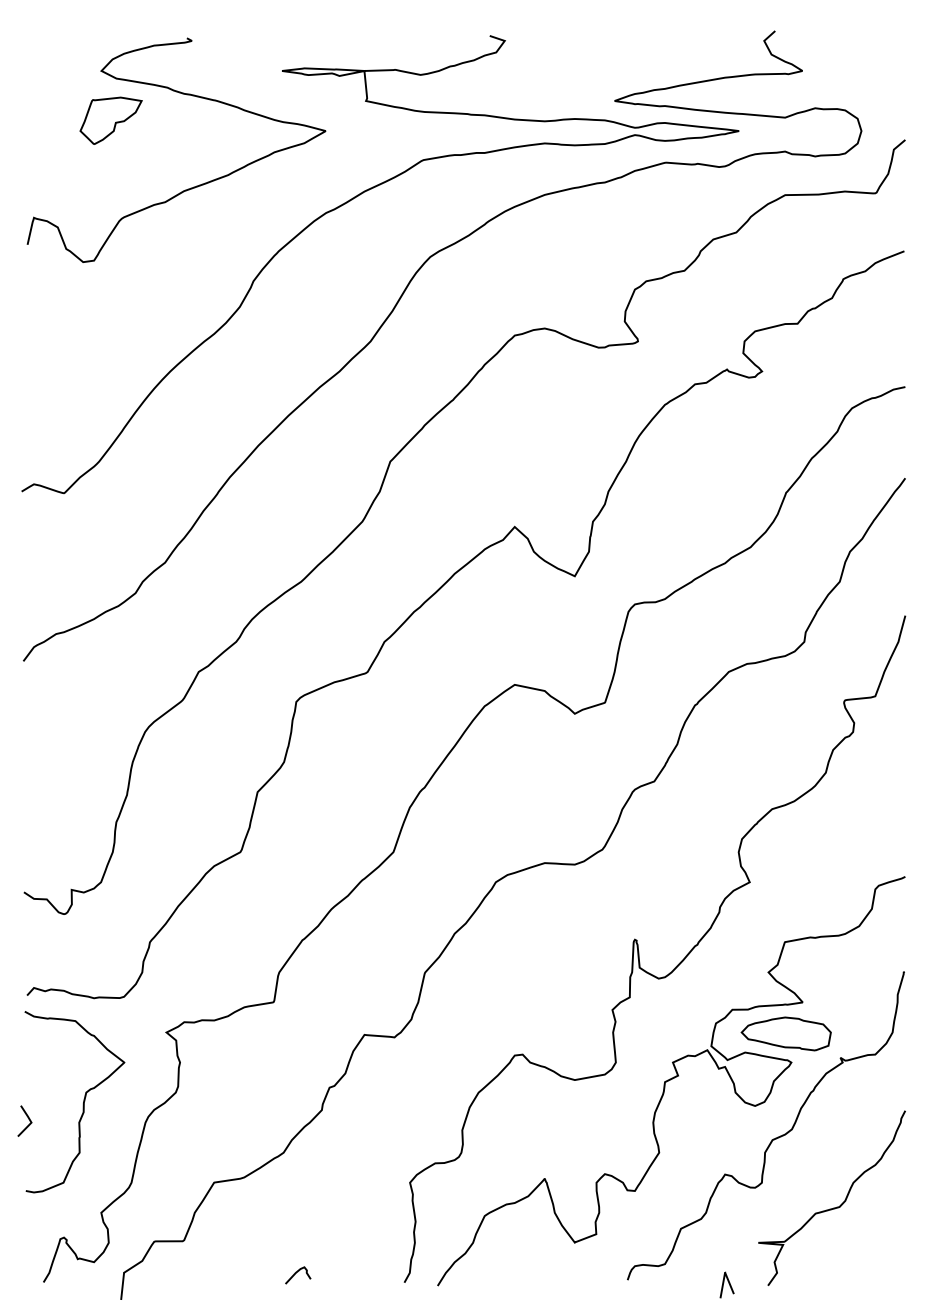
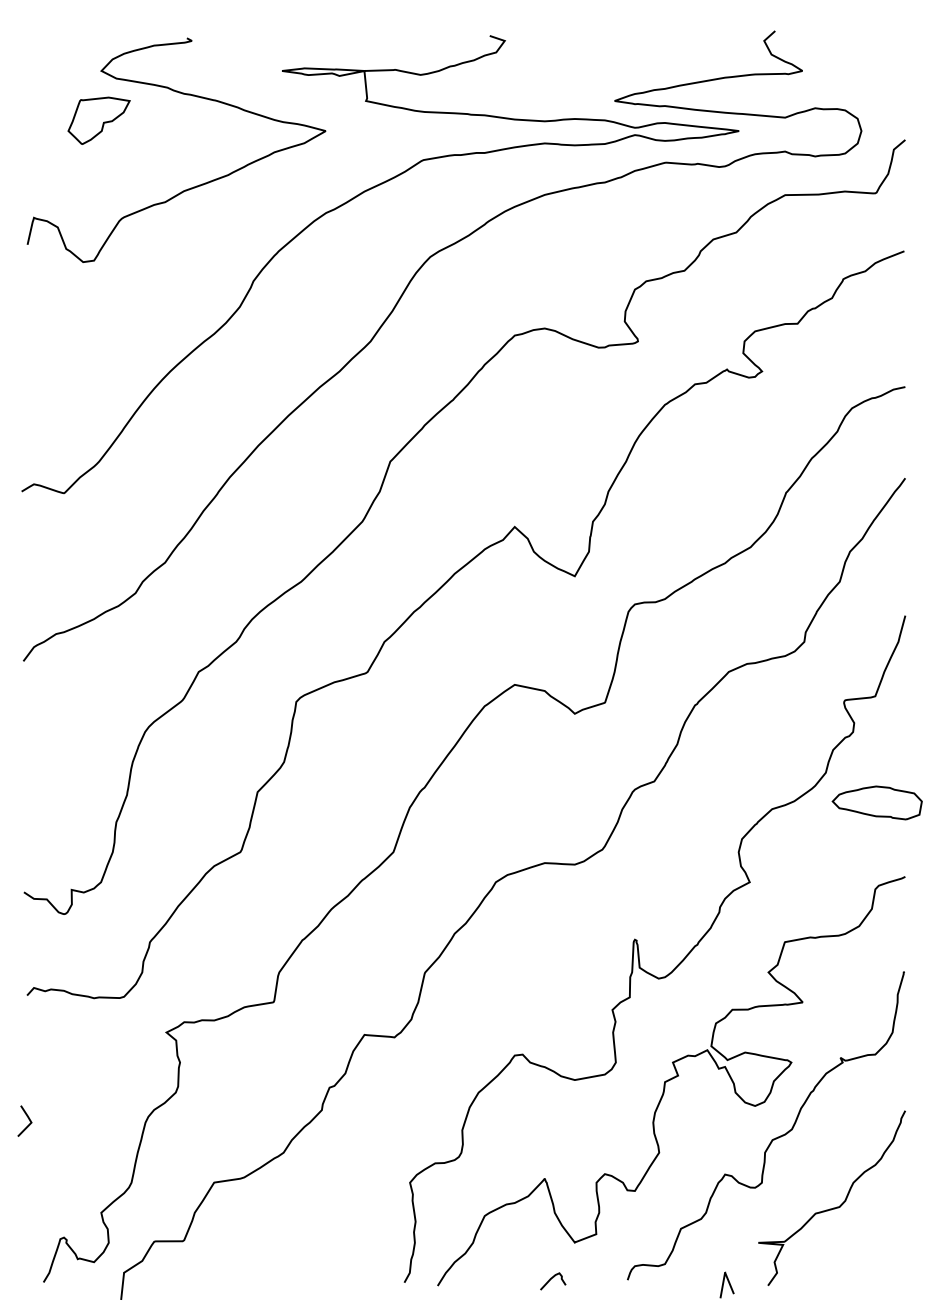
part at (110, 120) position: (110, 120) -> (98, 120)
part at (785, 1033) position: (785, 1033) -> (876, 802)
curve at (82, 1104): present -> none
curve at (296, 1273) position: (296, 1273) -> (551, 1279)
